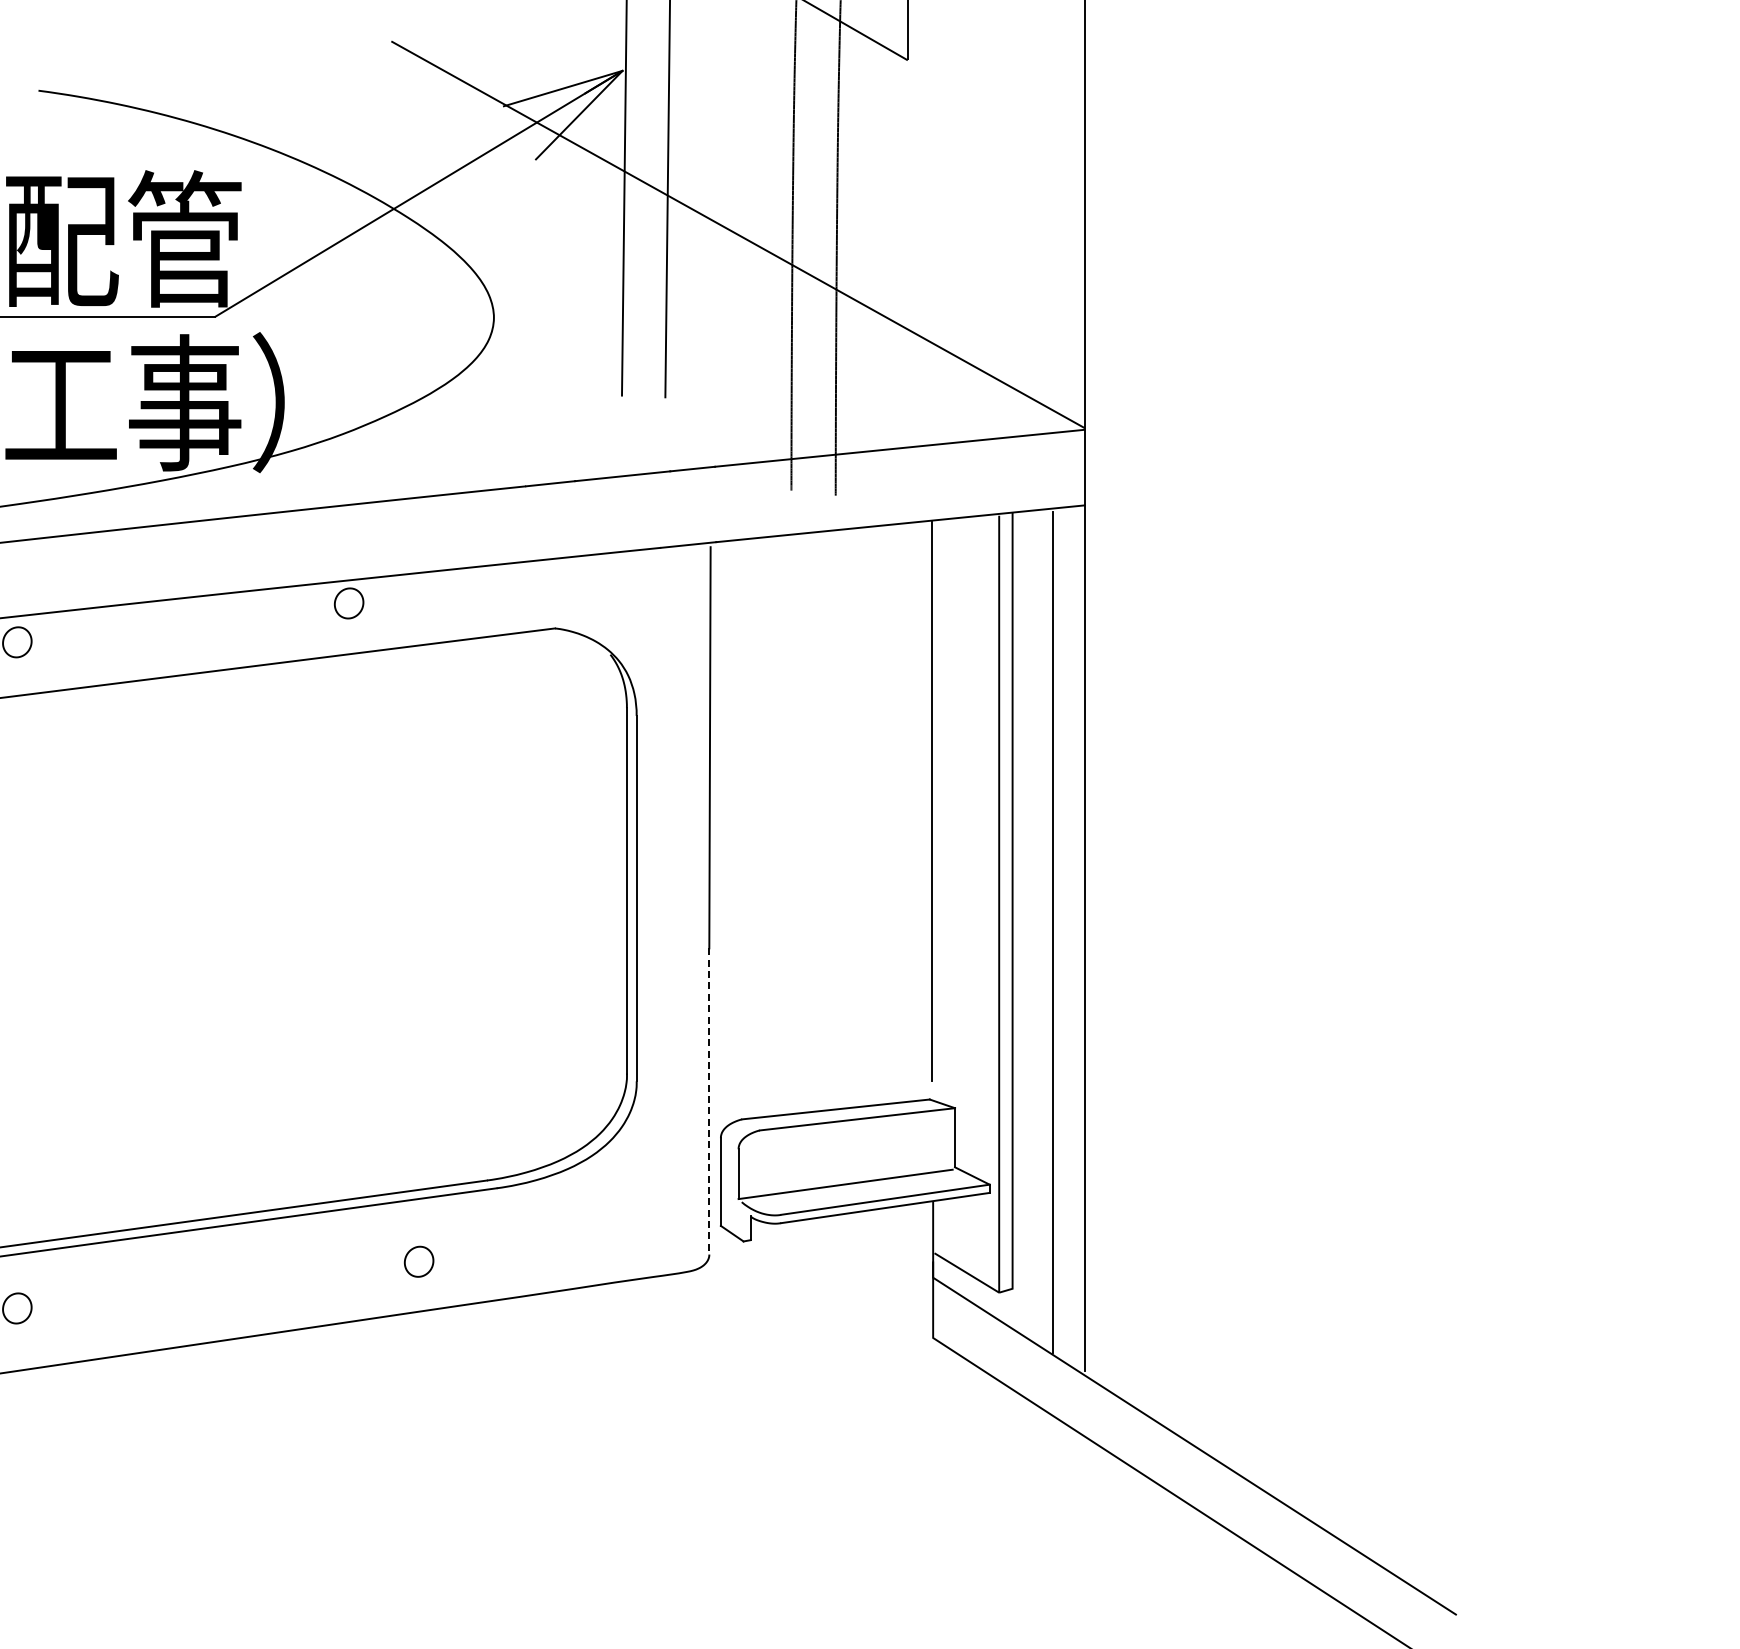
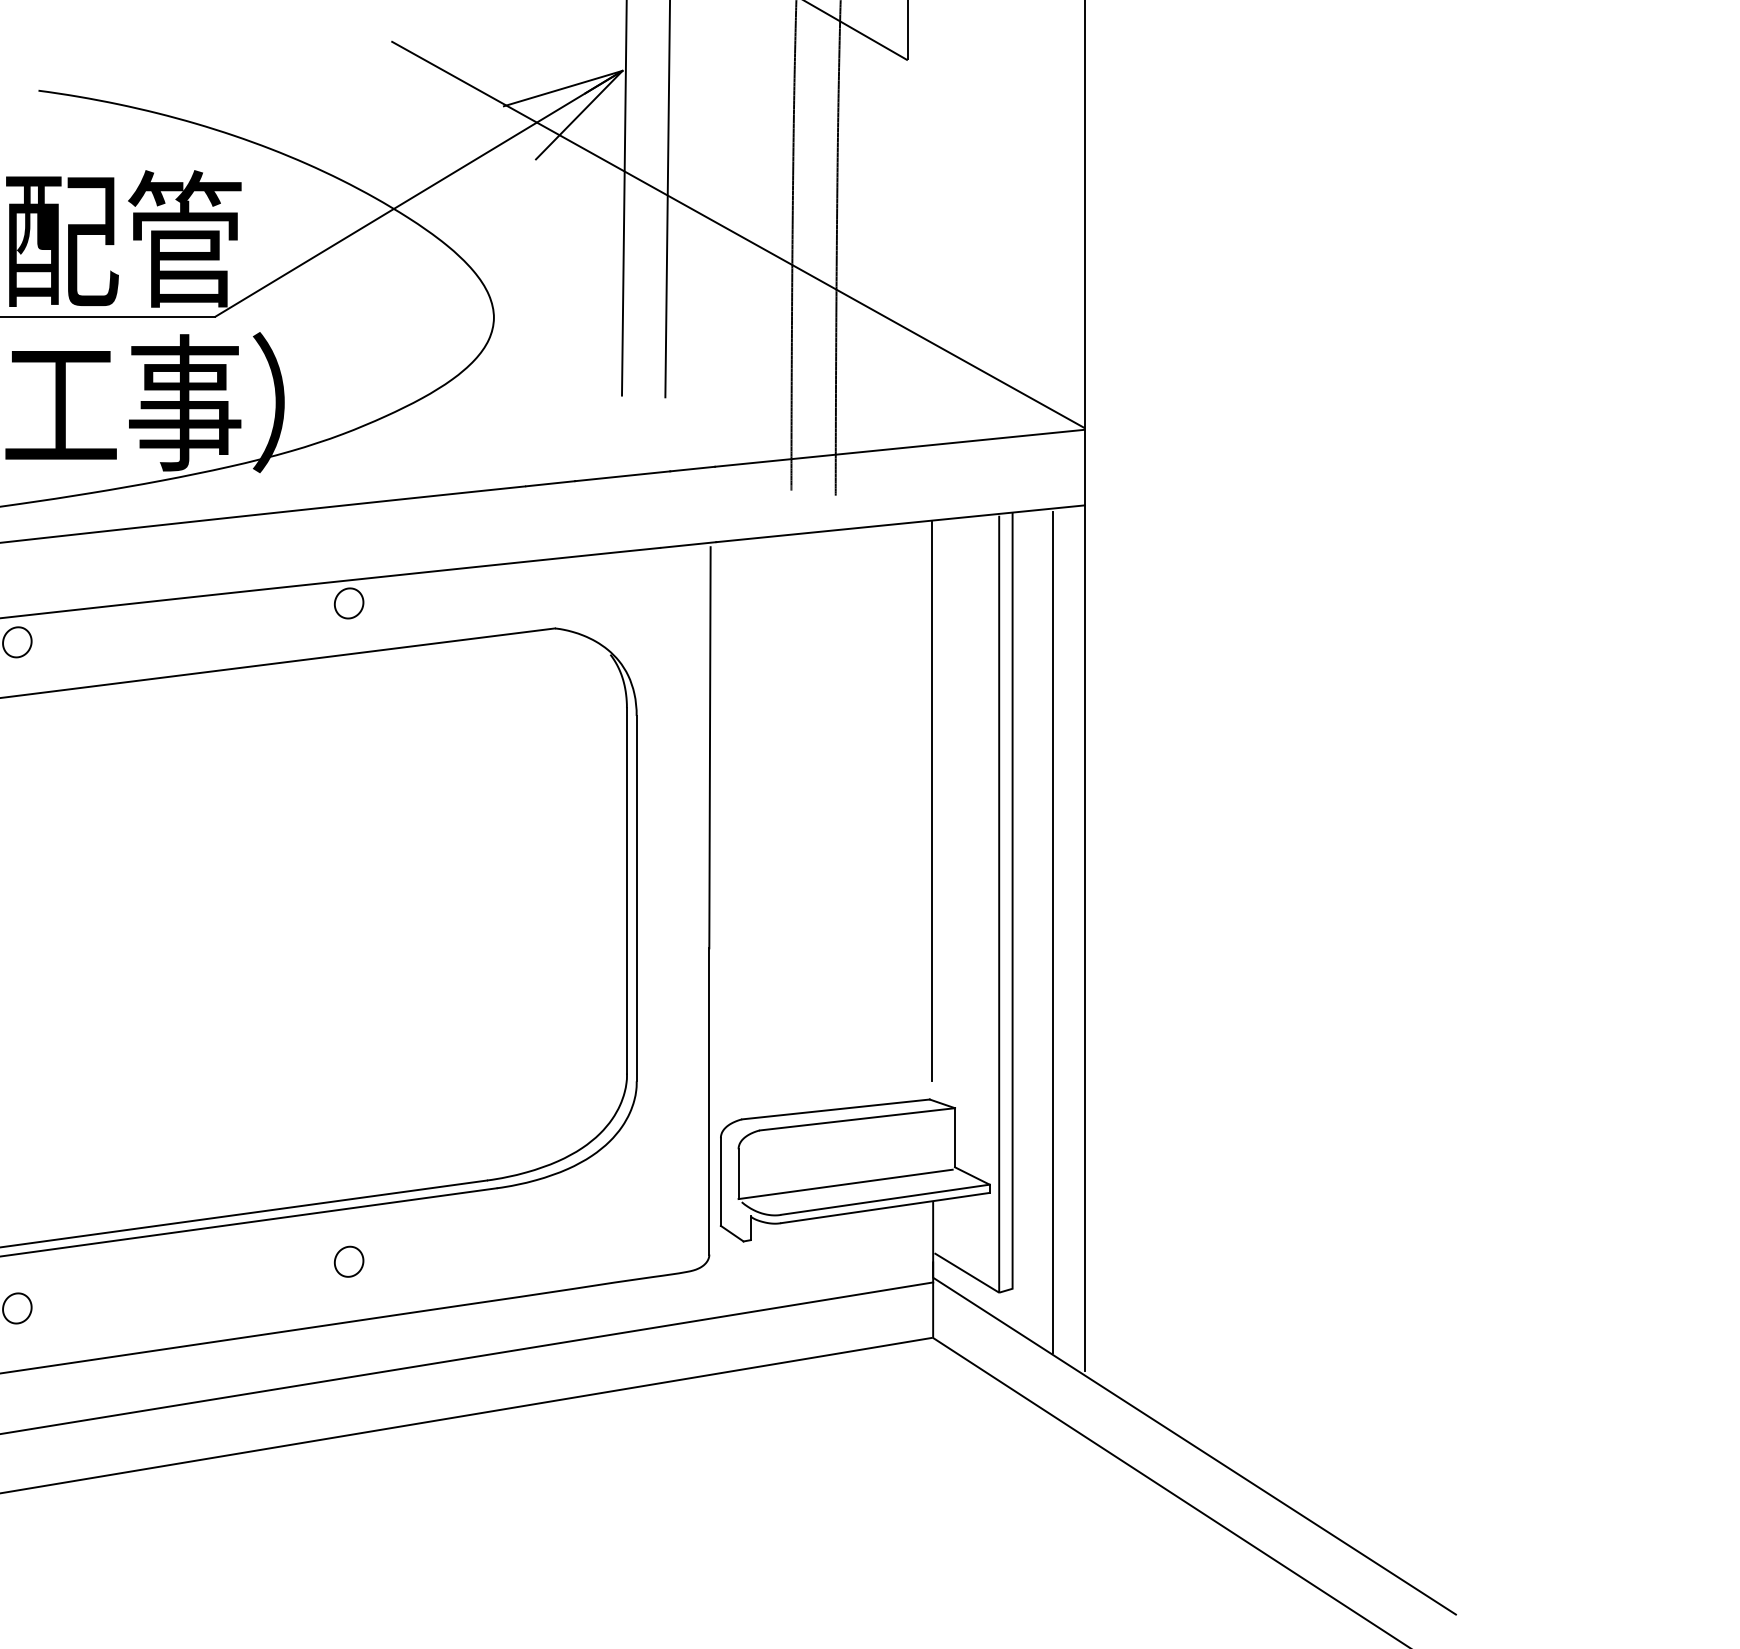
line at (709, 1101): dashed -> solid
part at (419, 1261) position: (419, 1261) -> (349, 1261)
line at (467, 1357): none -> present
line at (466, 1415): none -> present
